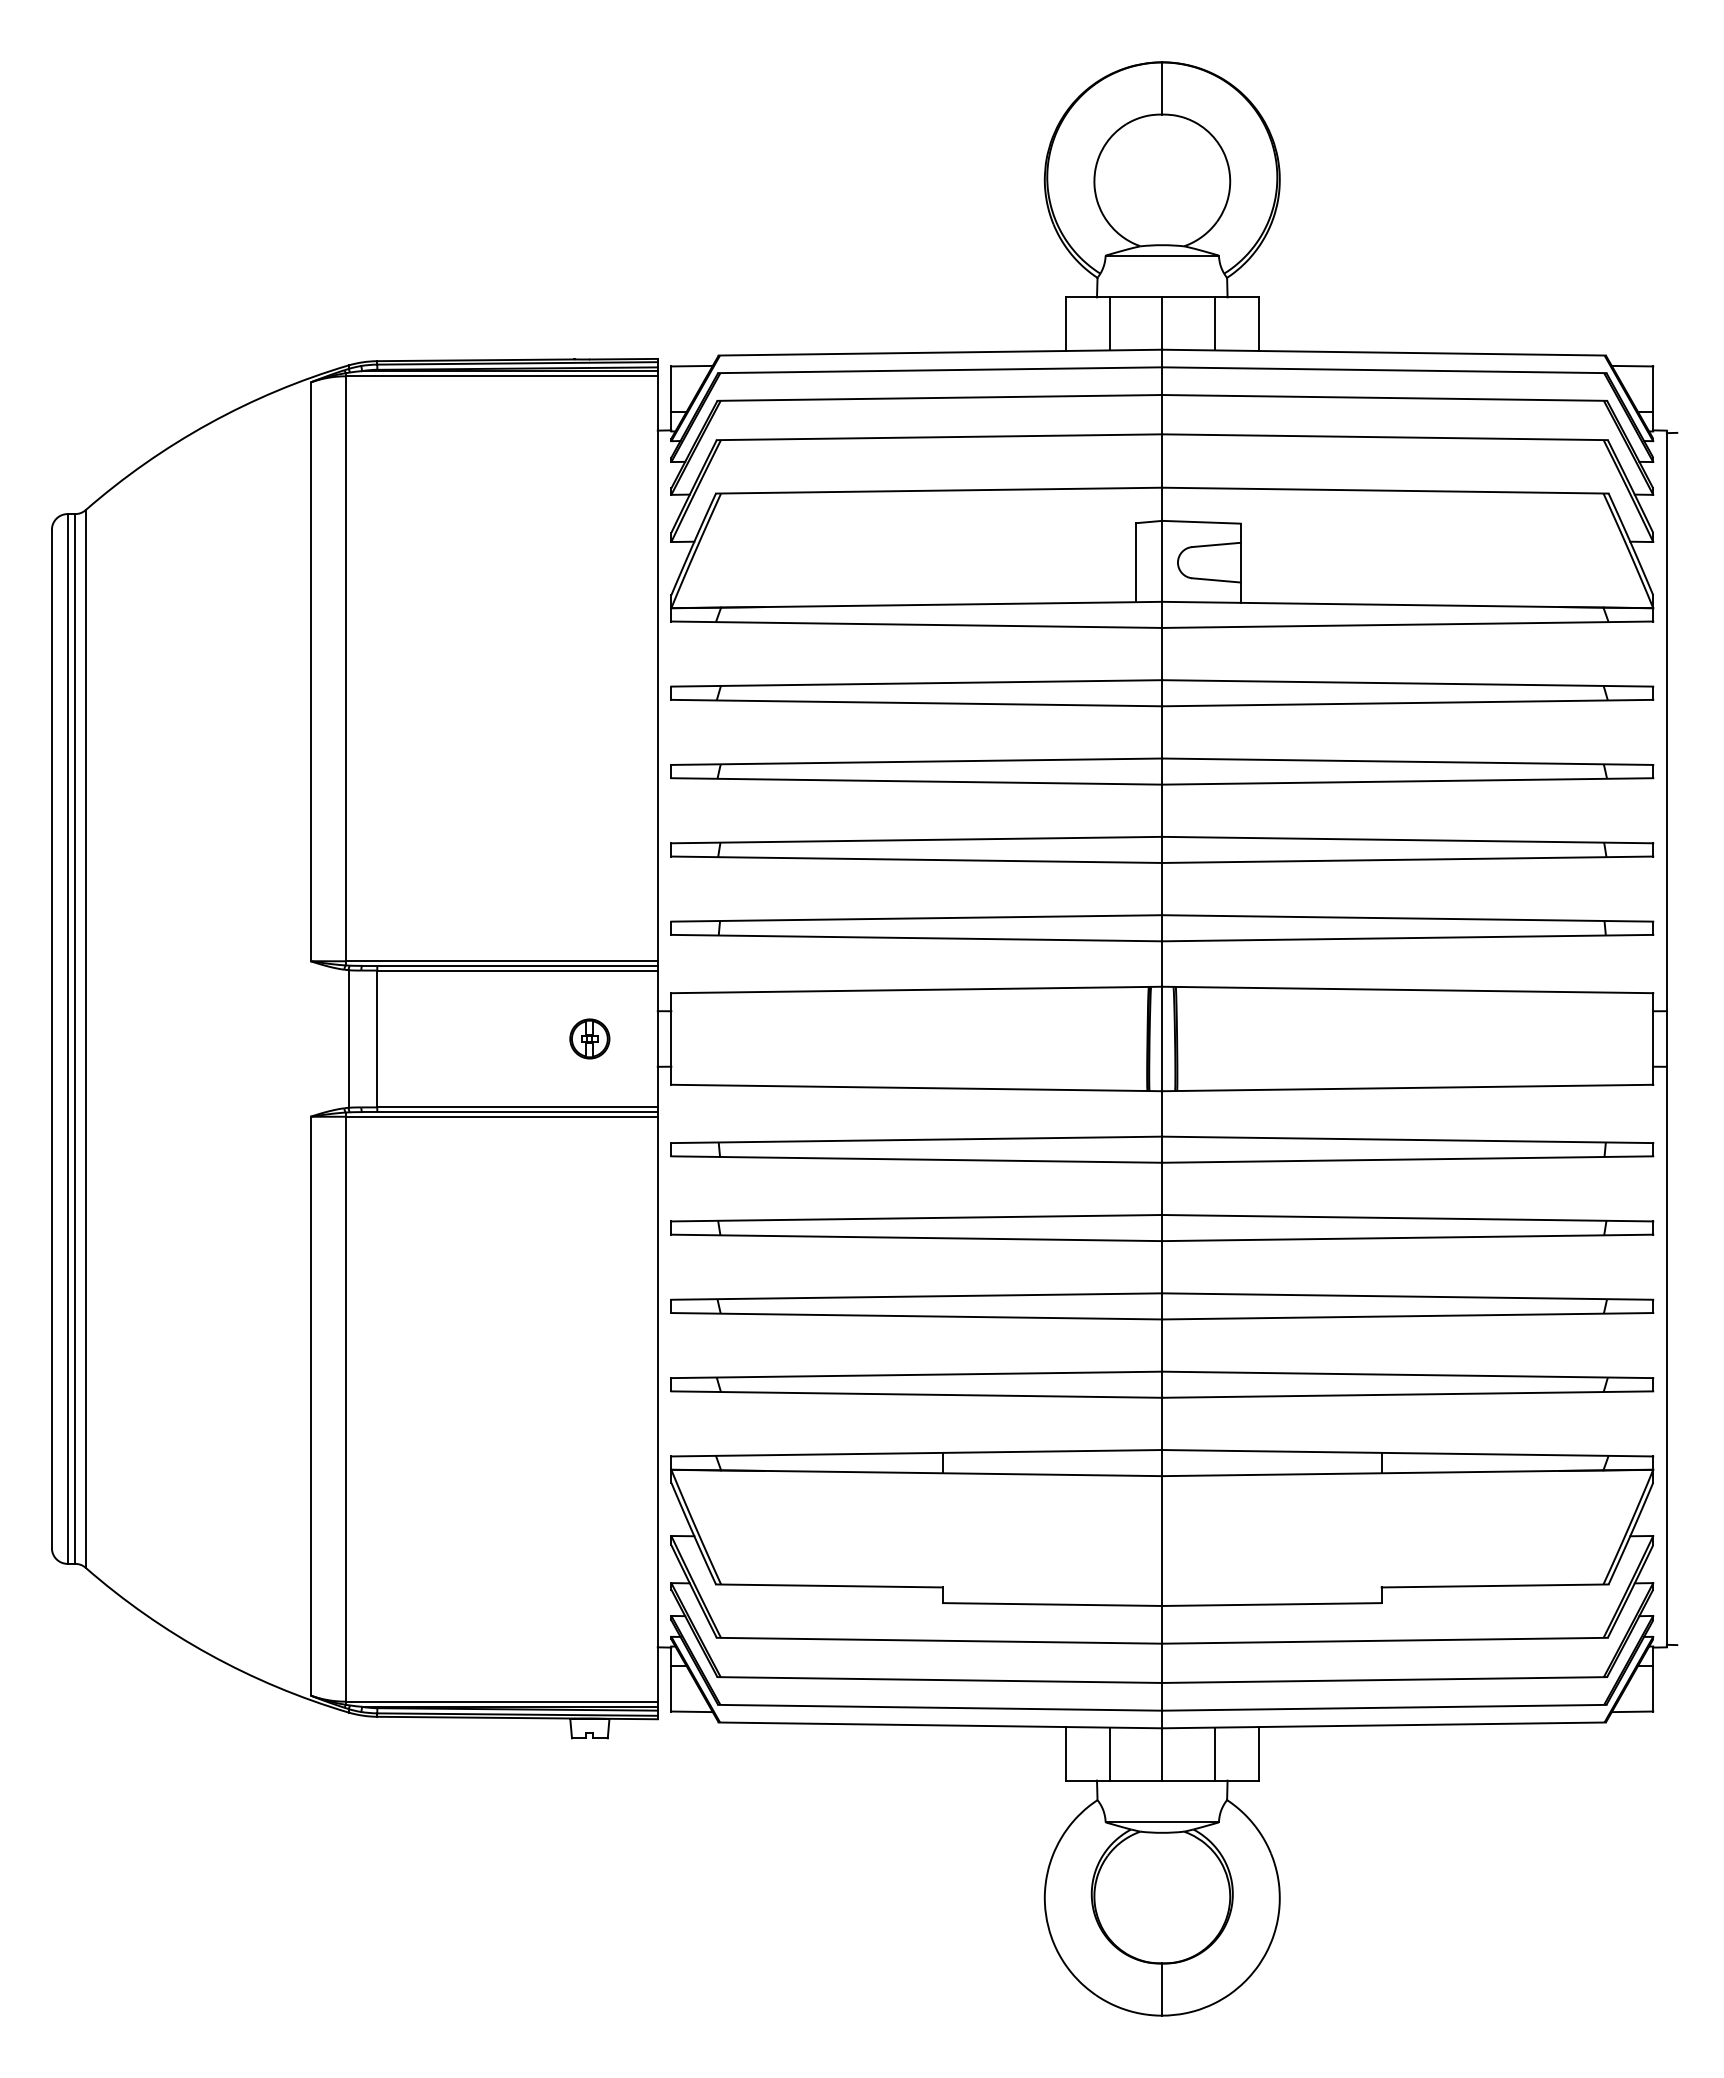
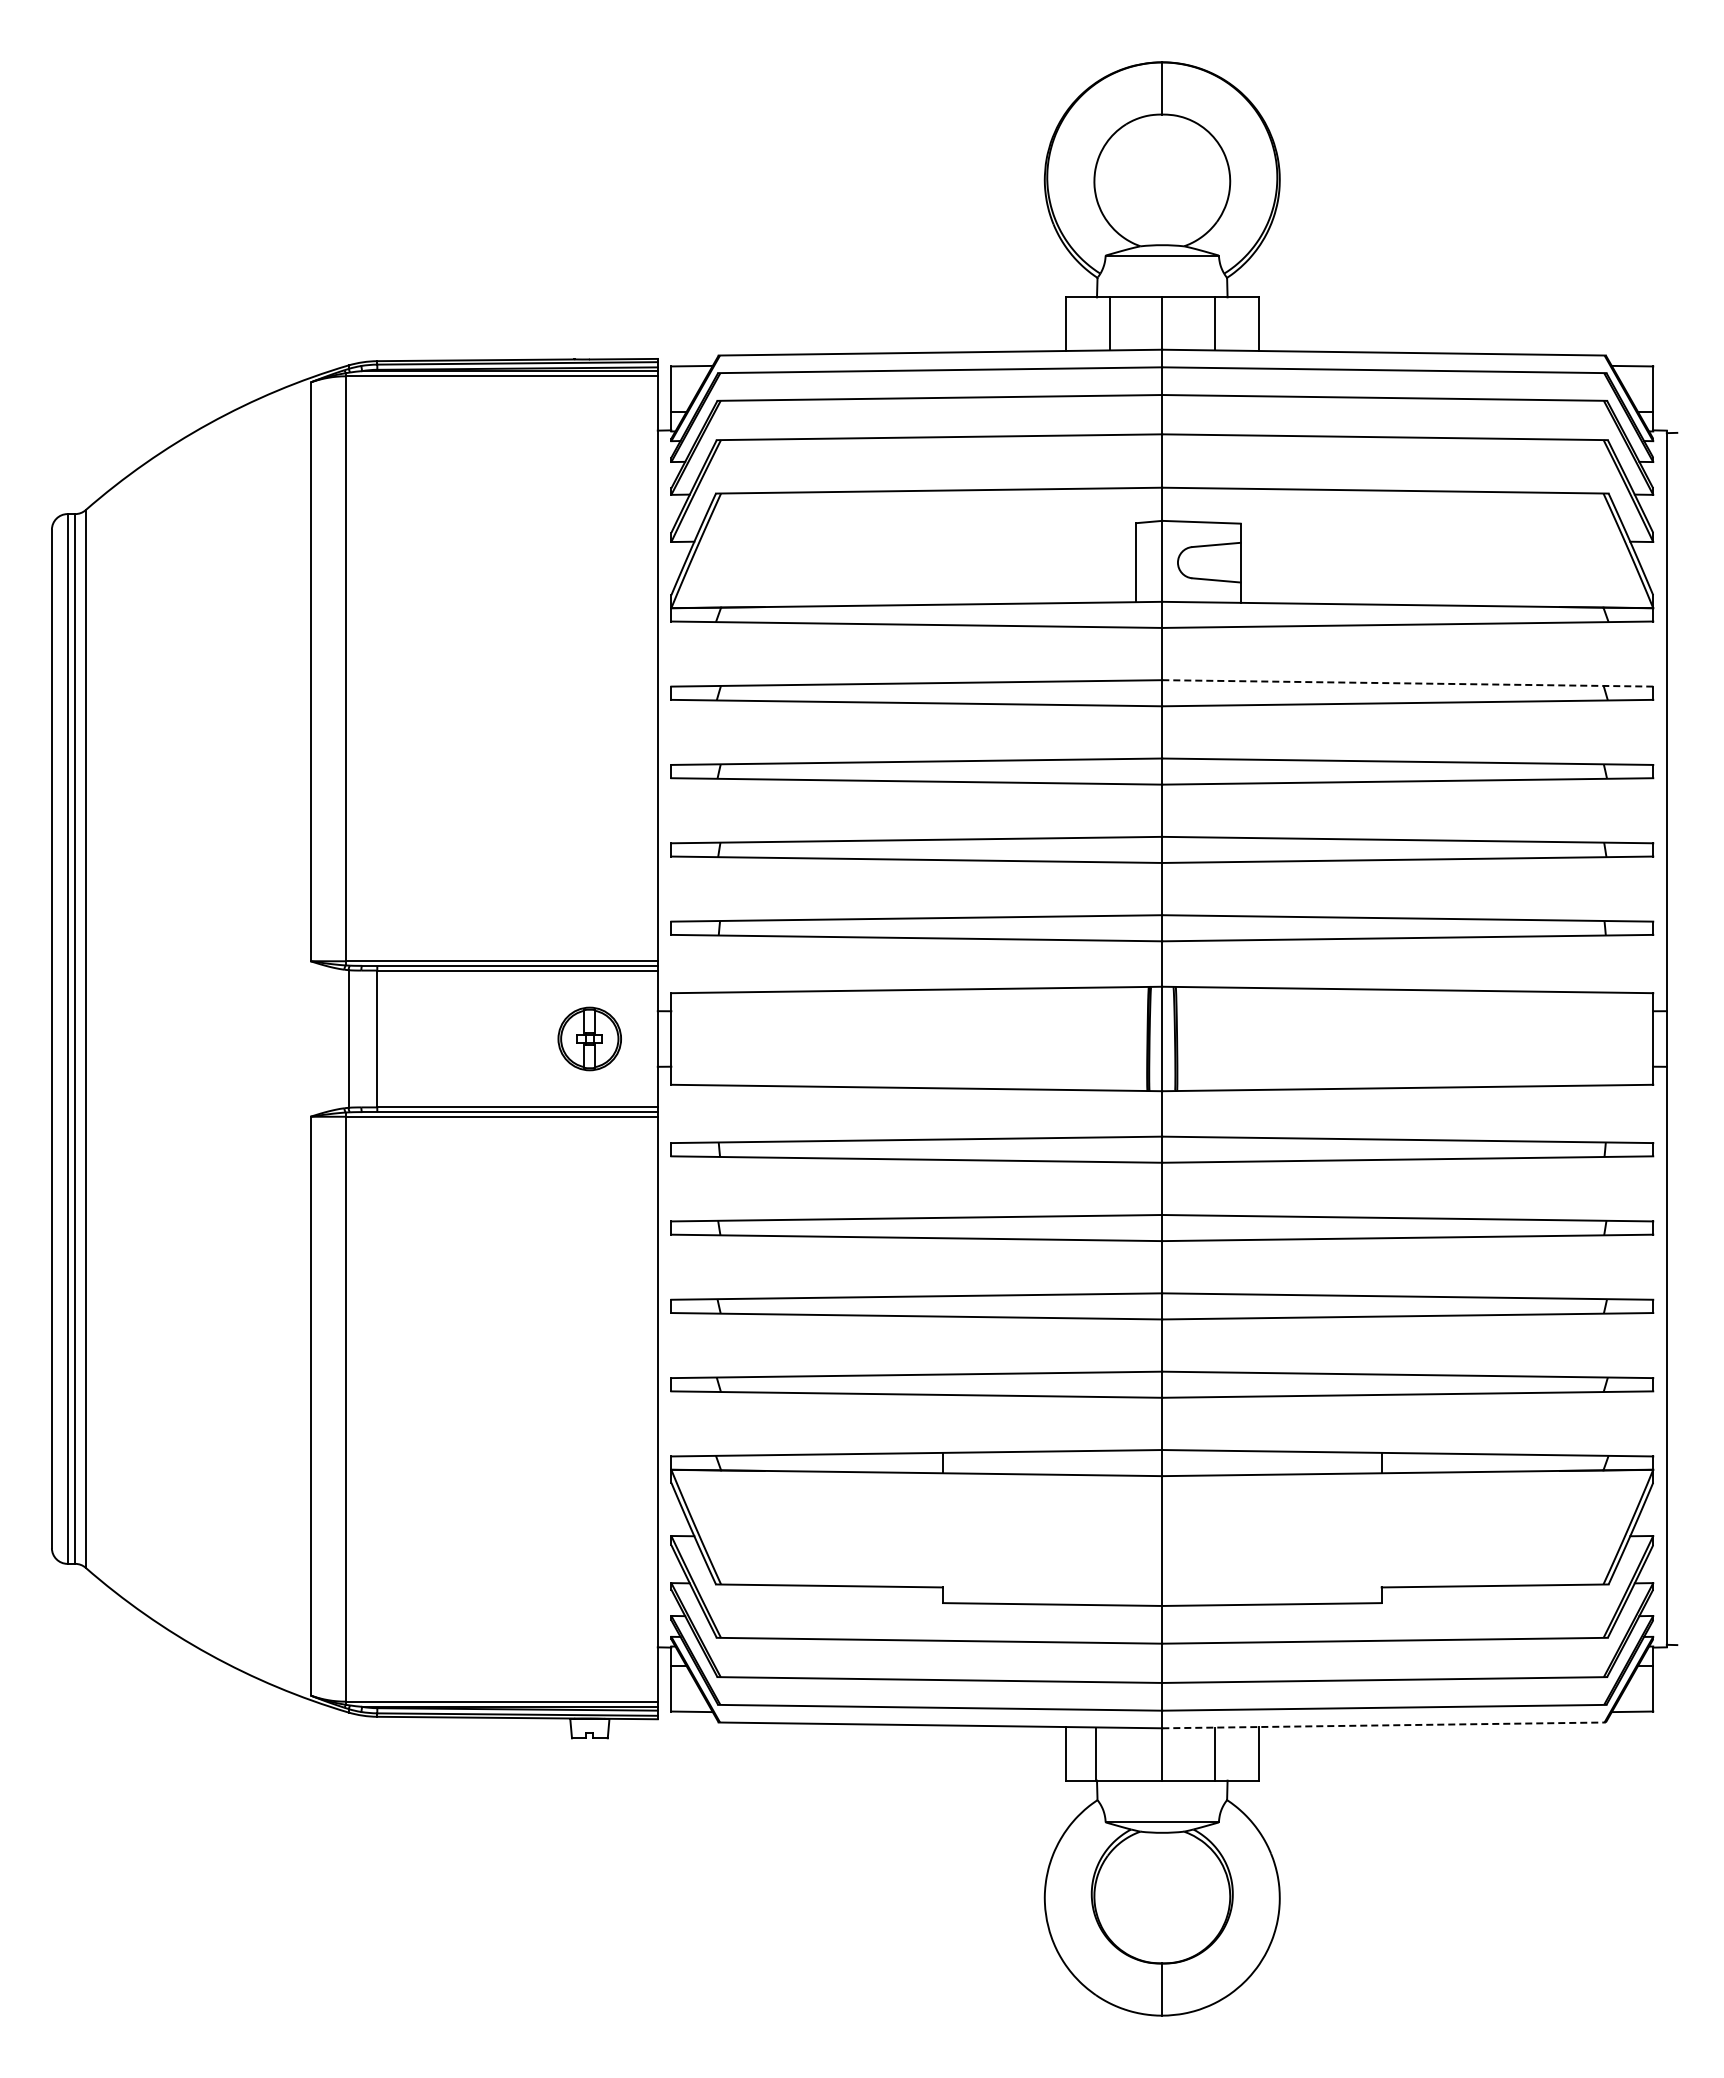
line at (1408, 683): solid -> dashed
part at (589, 1038) size: 42x42 px -> 65x66 px
line at (1384, 1725): solid -> dashed
line at (1109, 1753) position: (1109, 1753) -> (1095, 1753)
